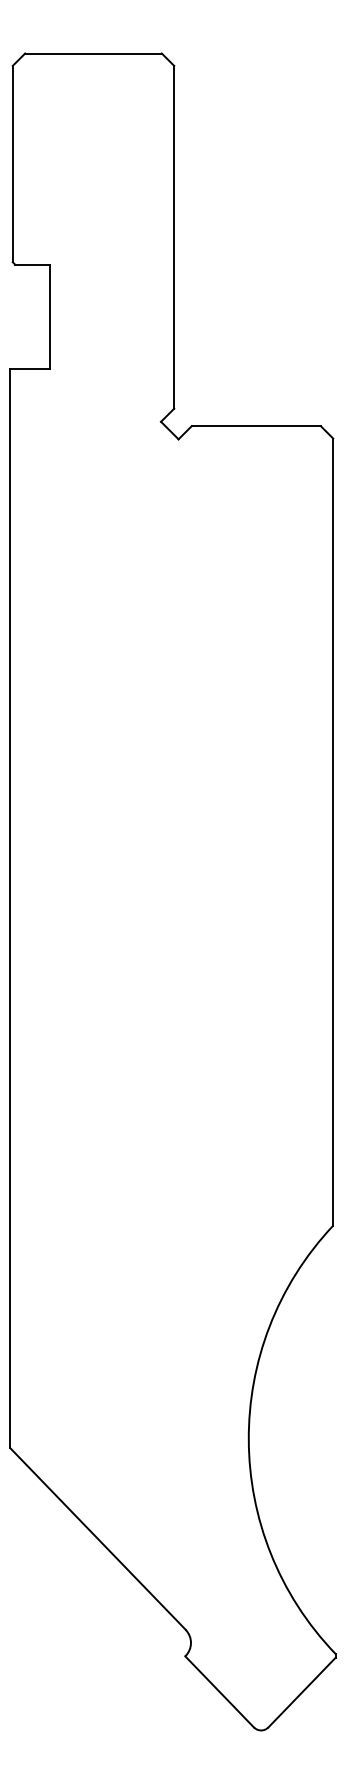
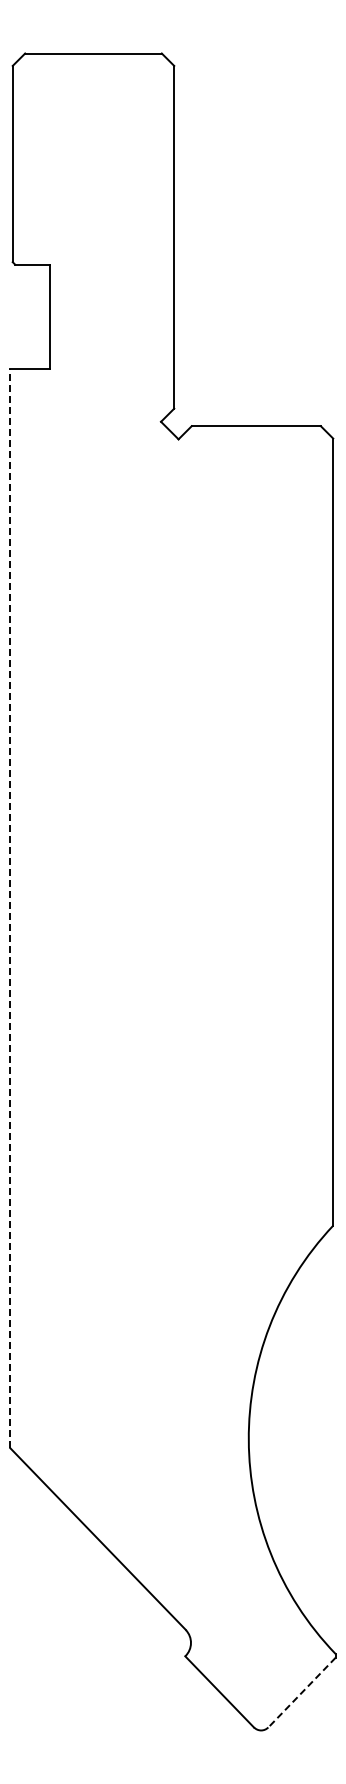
line at (10, 908): solid -> dashed
line at (301, 1692): solid -> dashed
